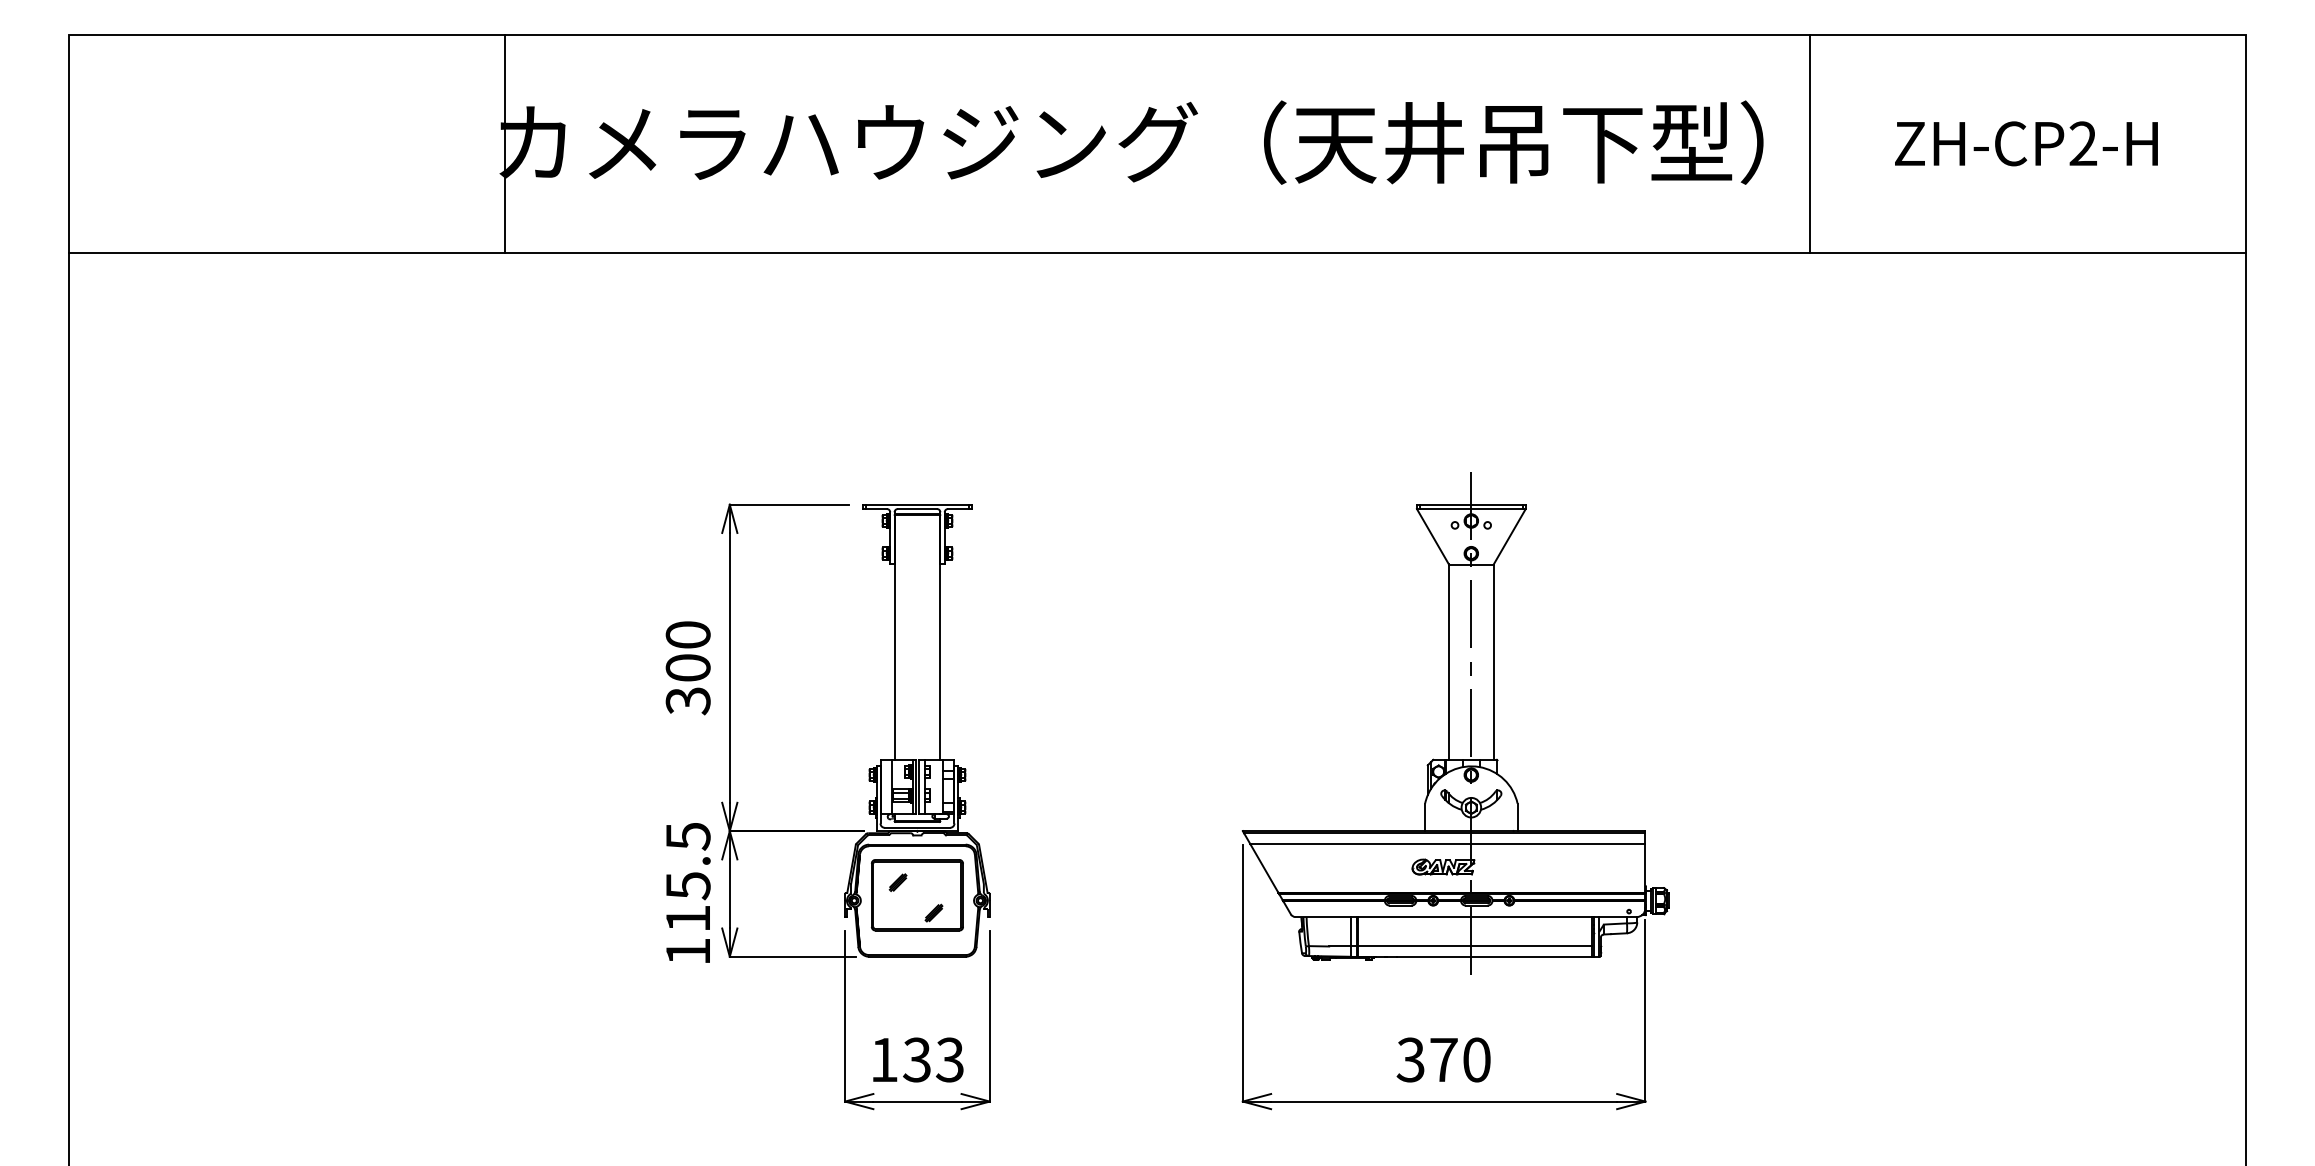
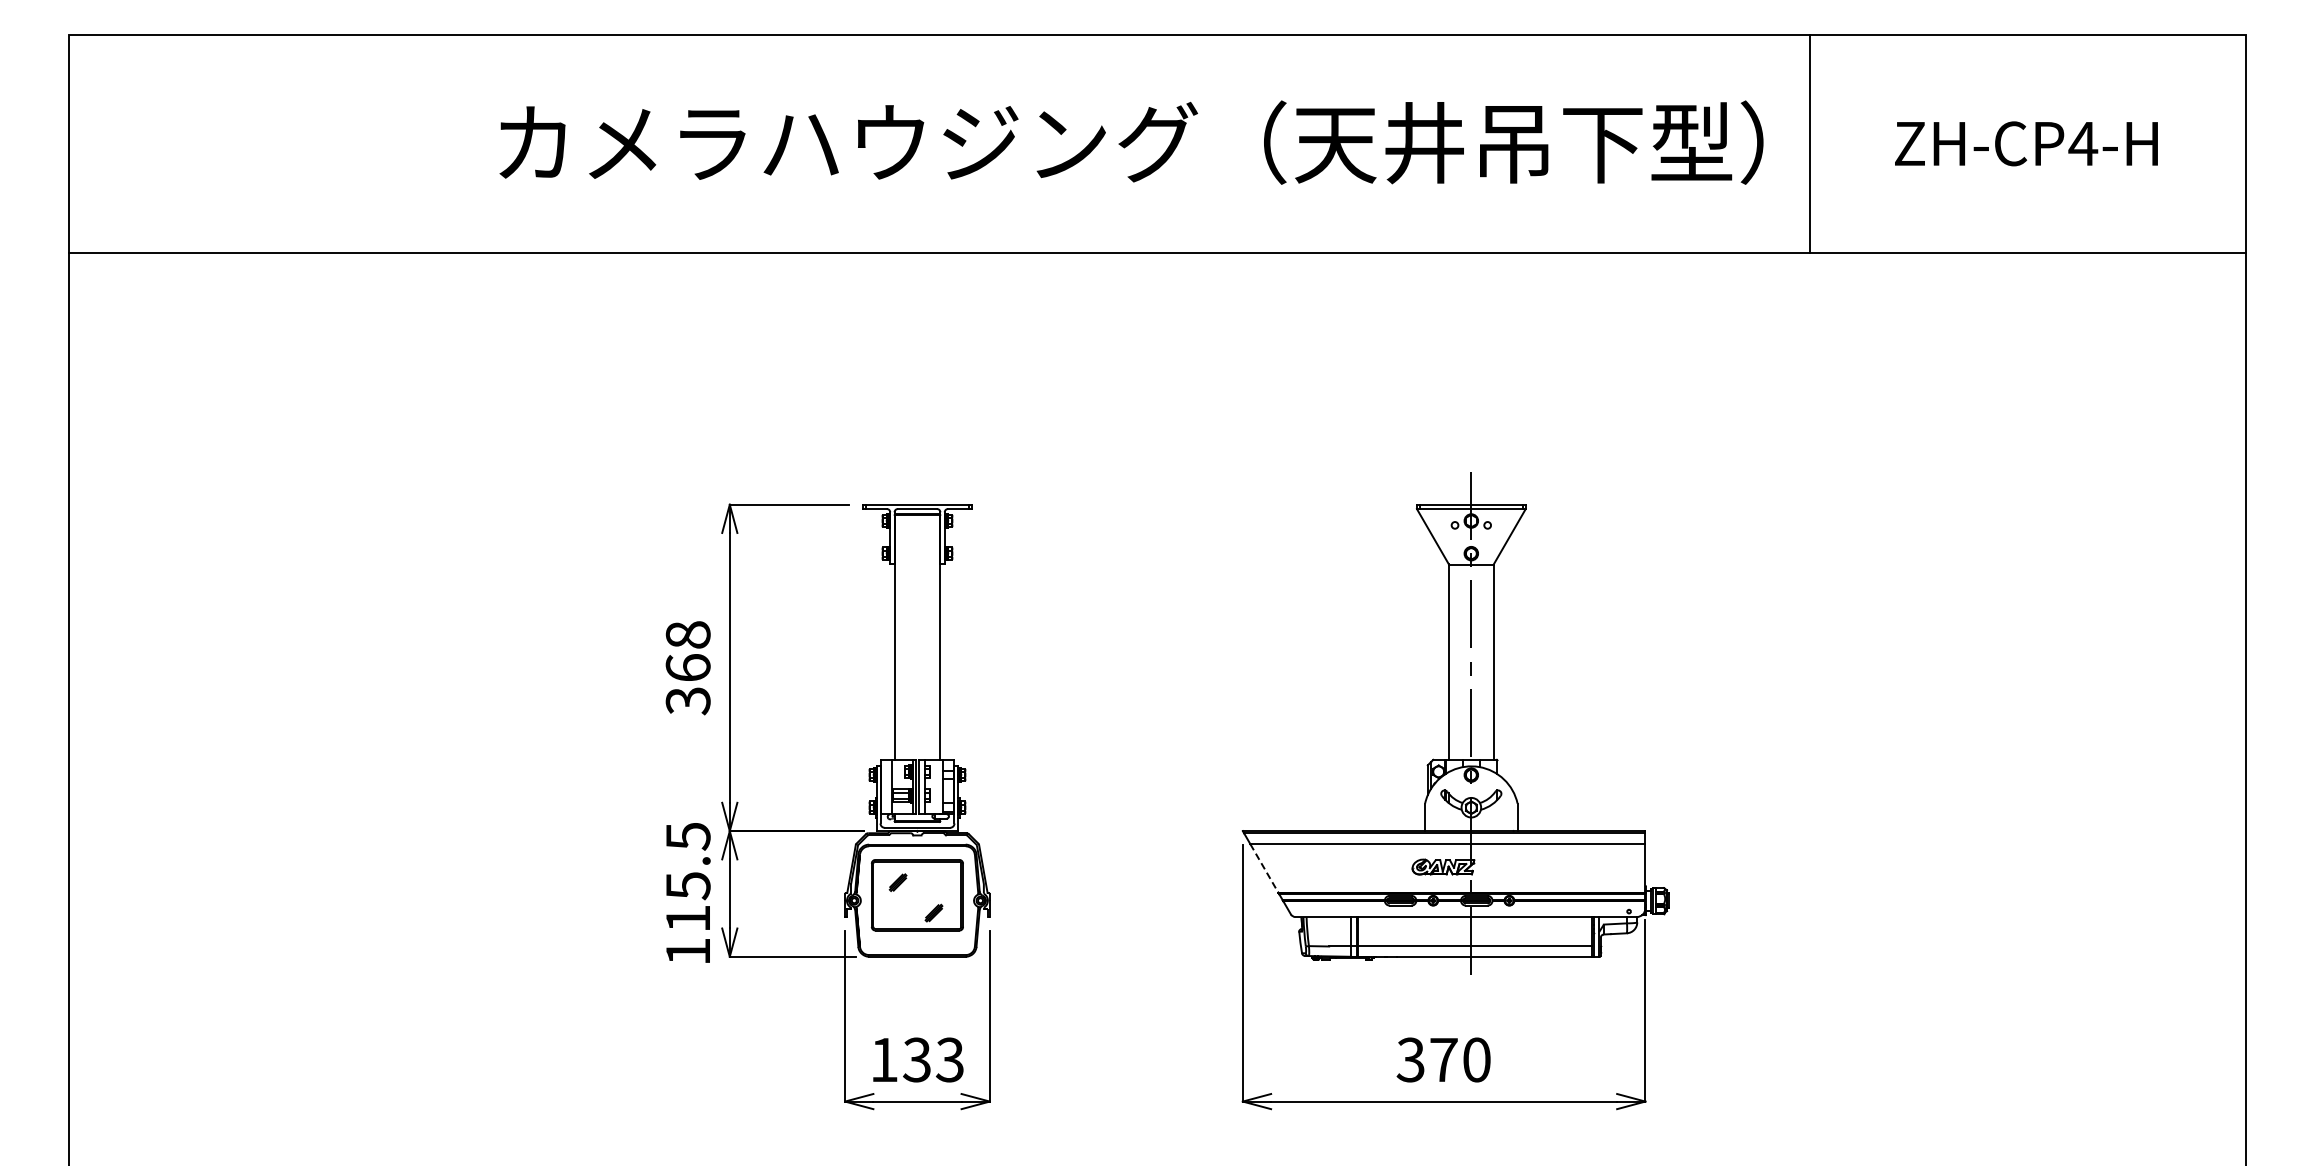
line at (504, 143): present -> none
text at (2083, 143): ZH-CP2-H -> ZH-CP4-H
text at (687, 651): 300 -> 368
line at (1264, 868): solid -> dashed
